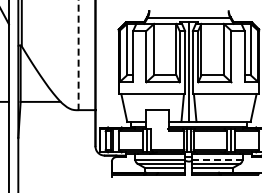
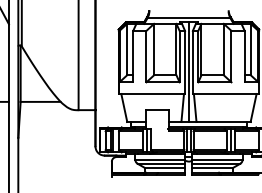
line at (78, 55): dashed -> solid
line at (218, 159): dashed -> solid
